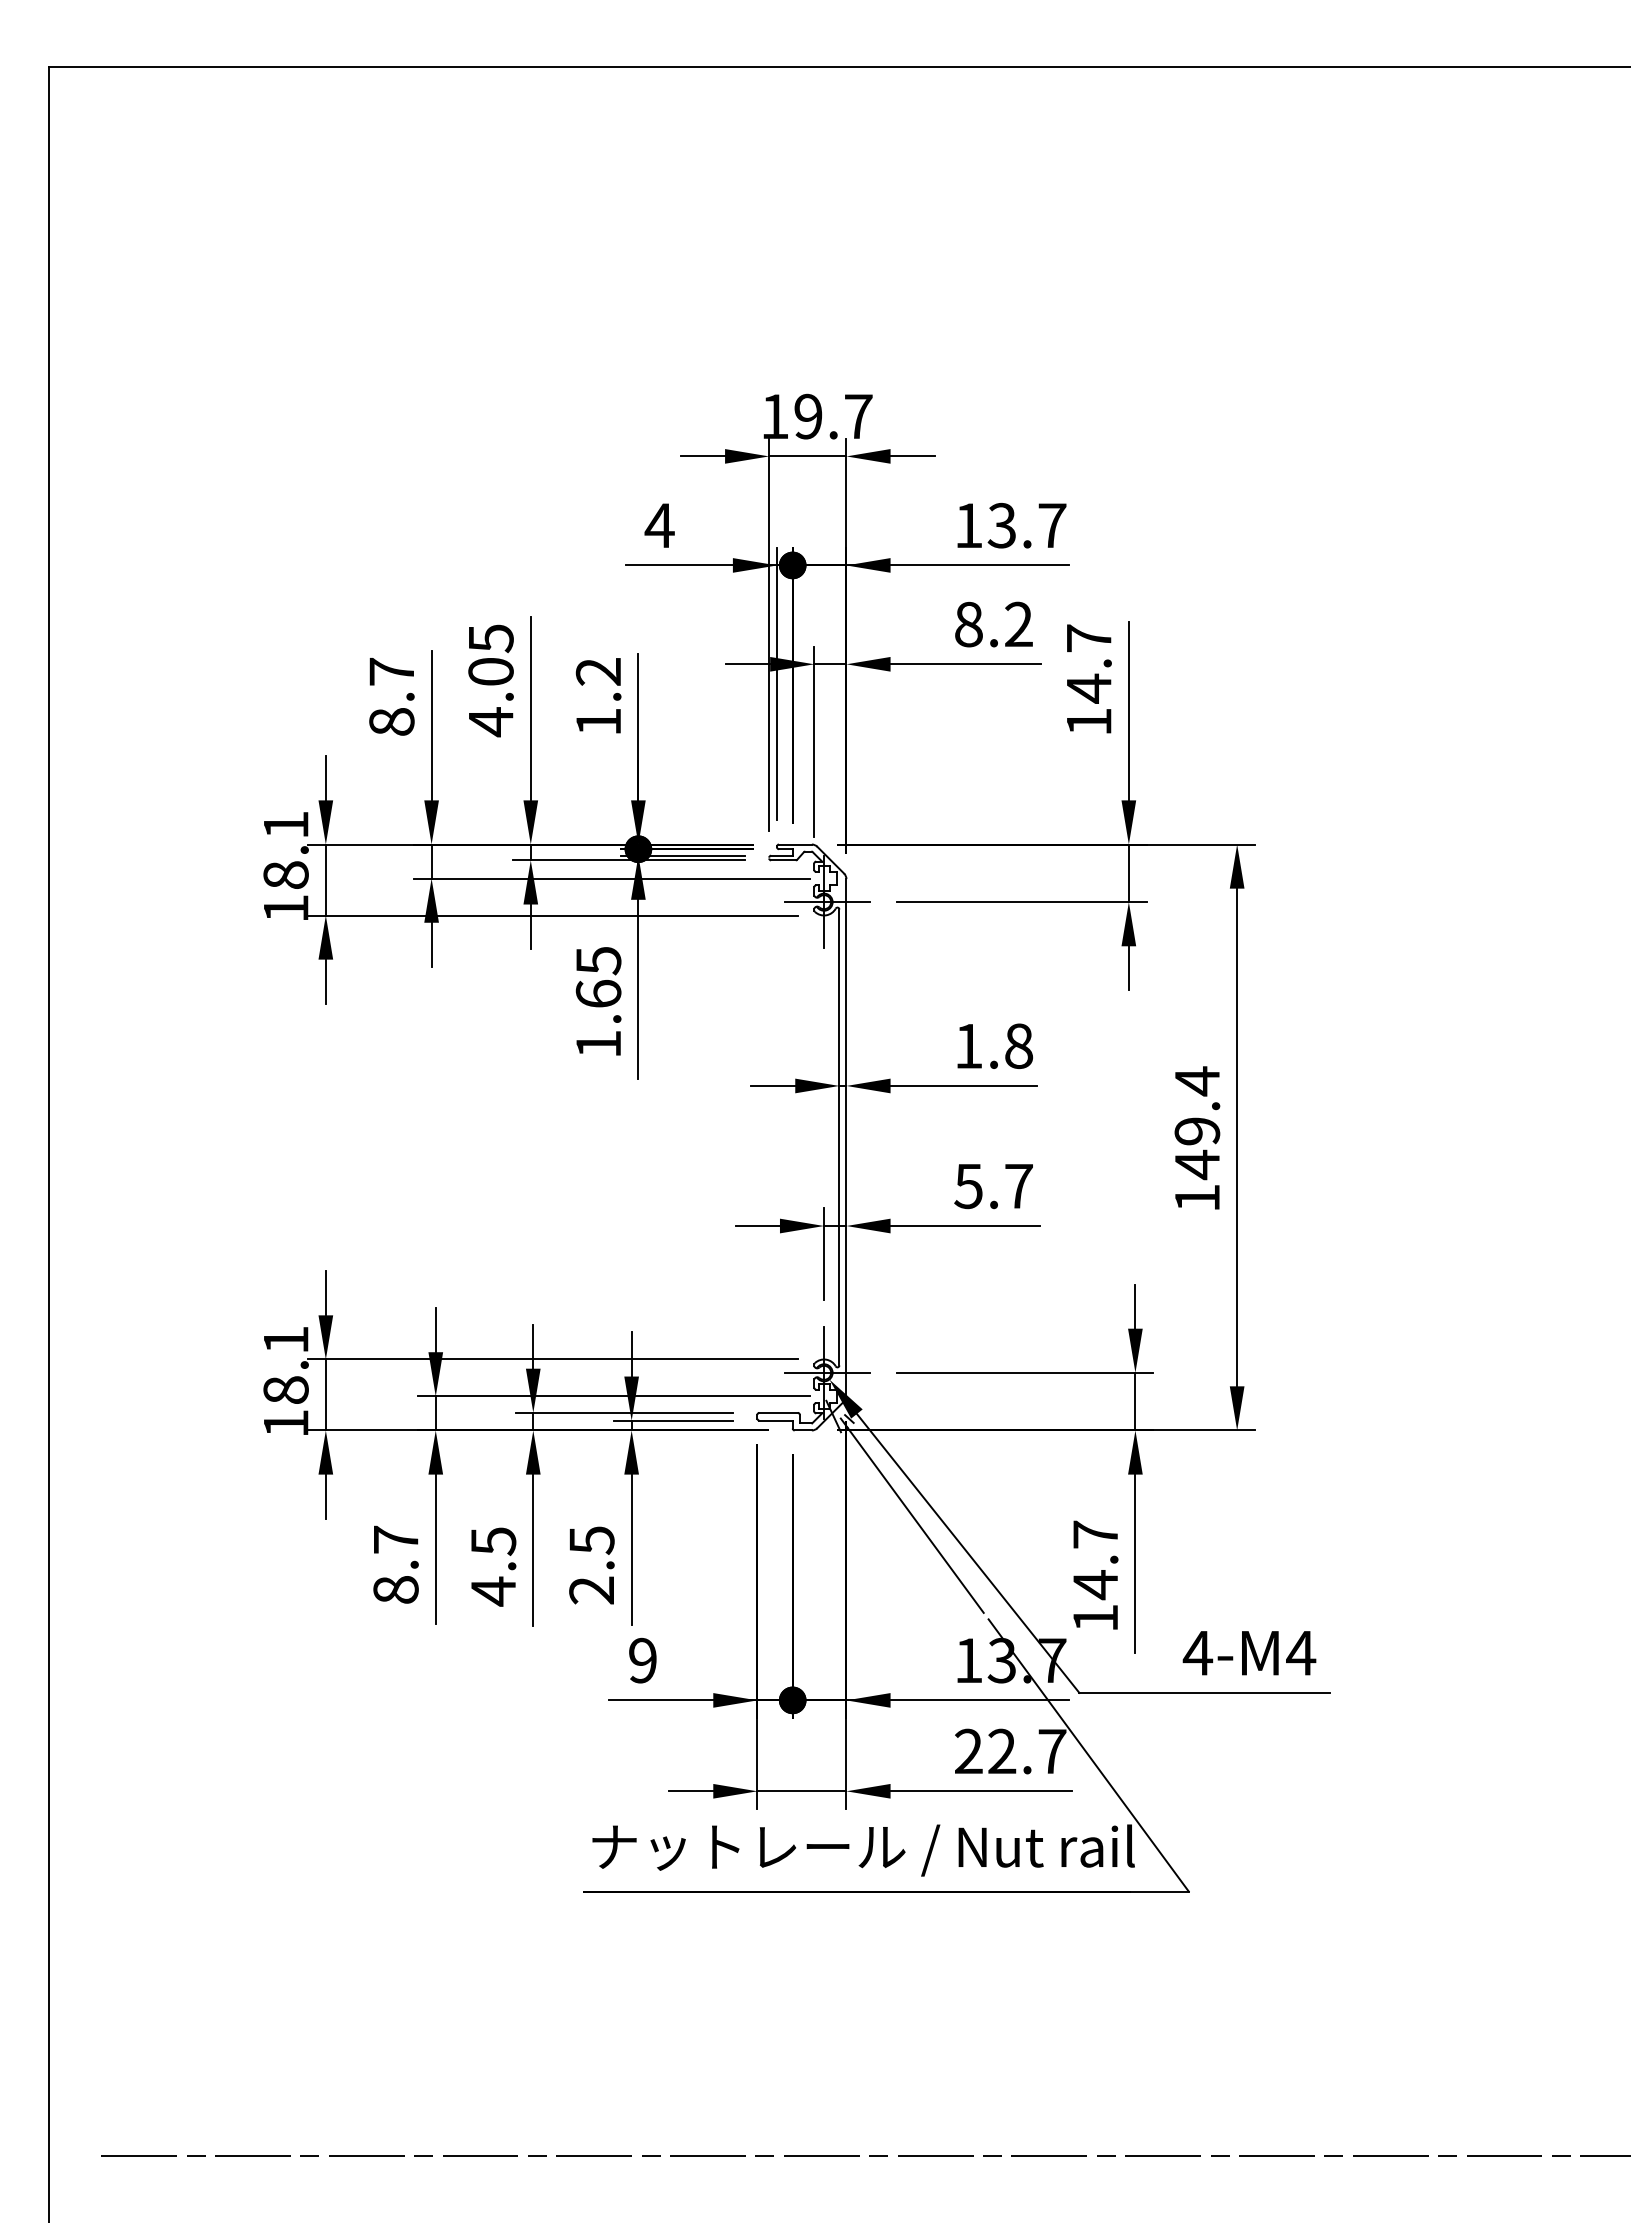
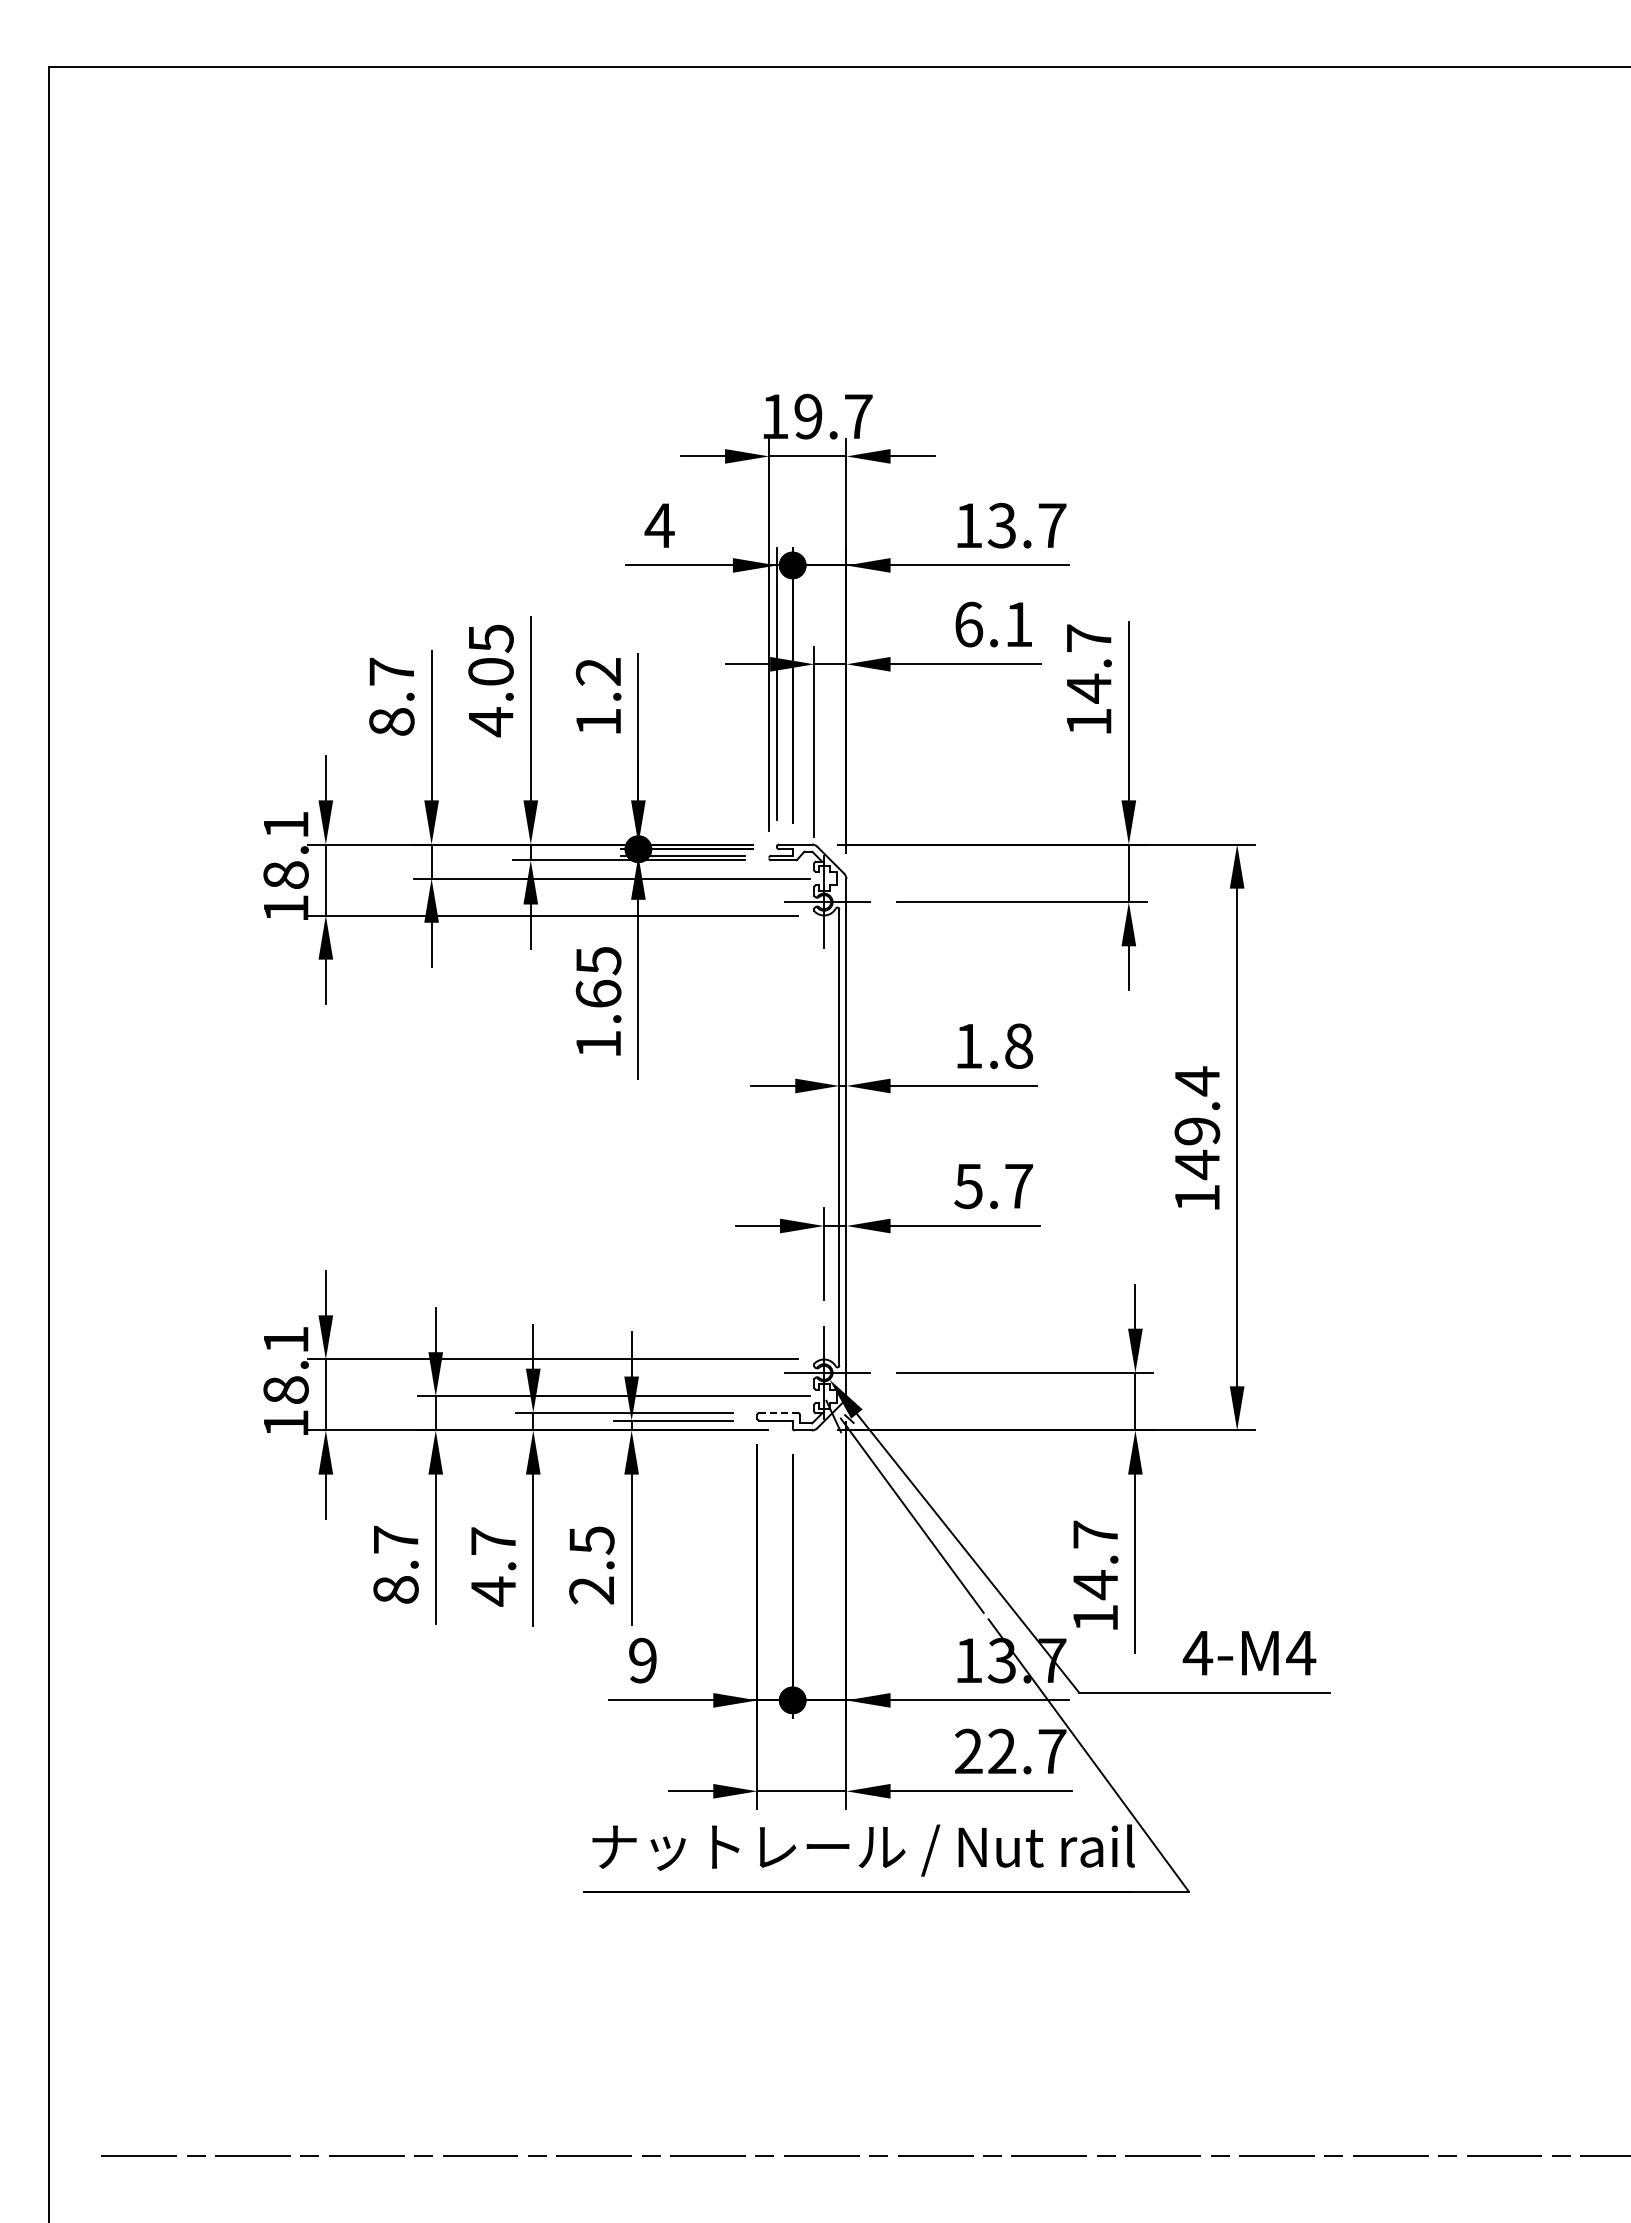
text at (993, 624): 8.2 -> 6.1
line at (779, 1412): solid -> dashed
text at (493, 1541): 4.5 -> 4.7
